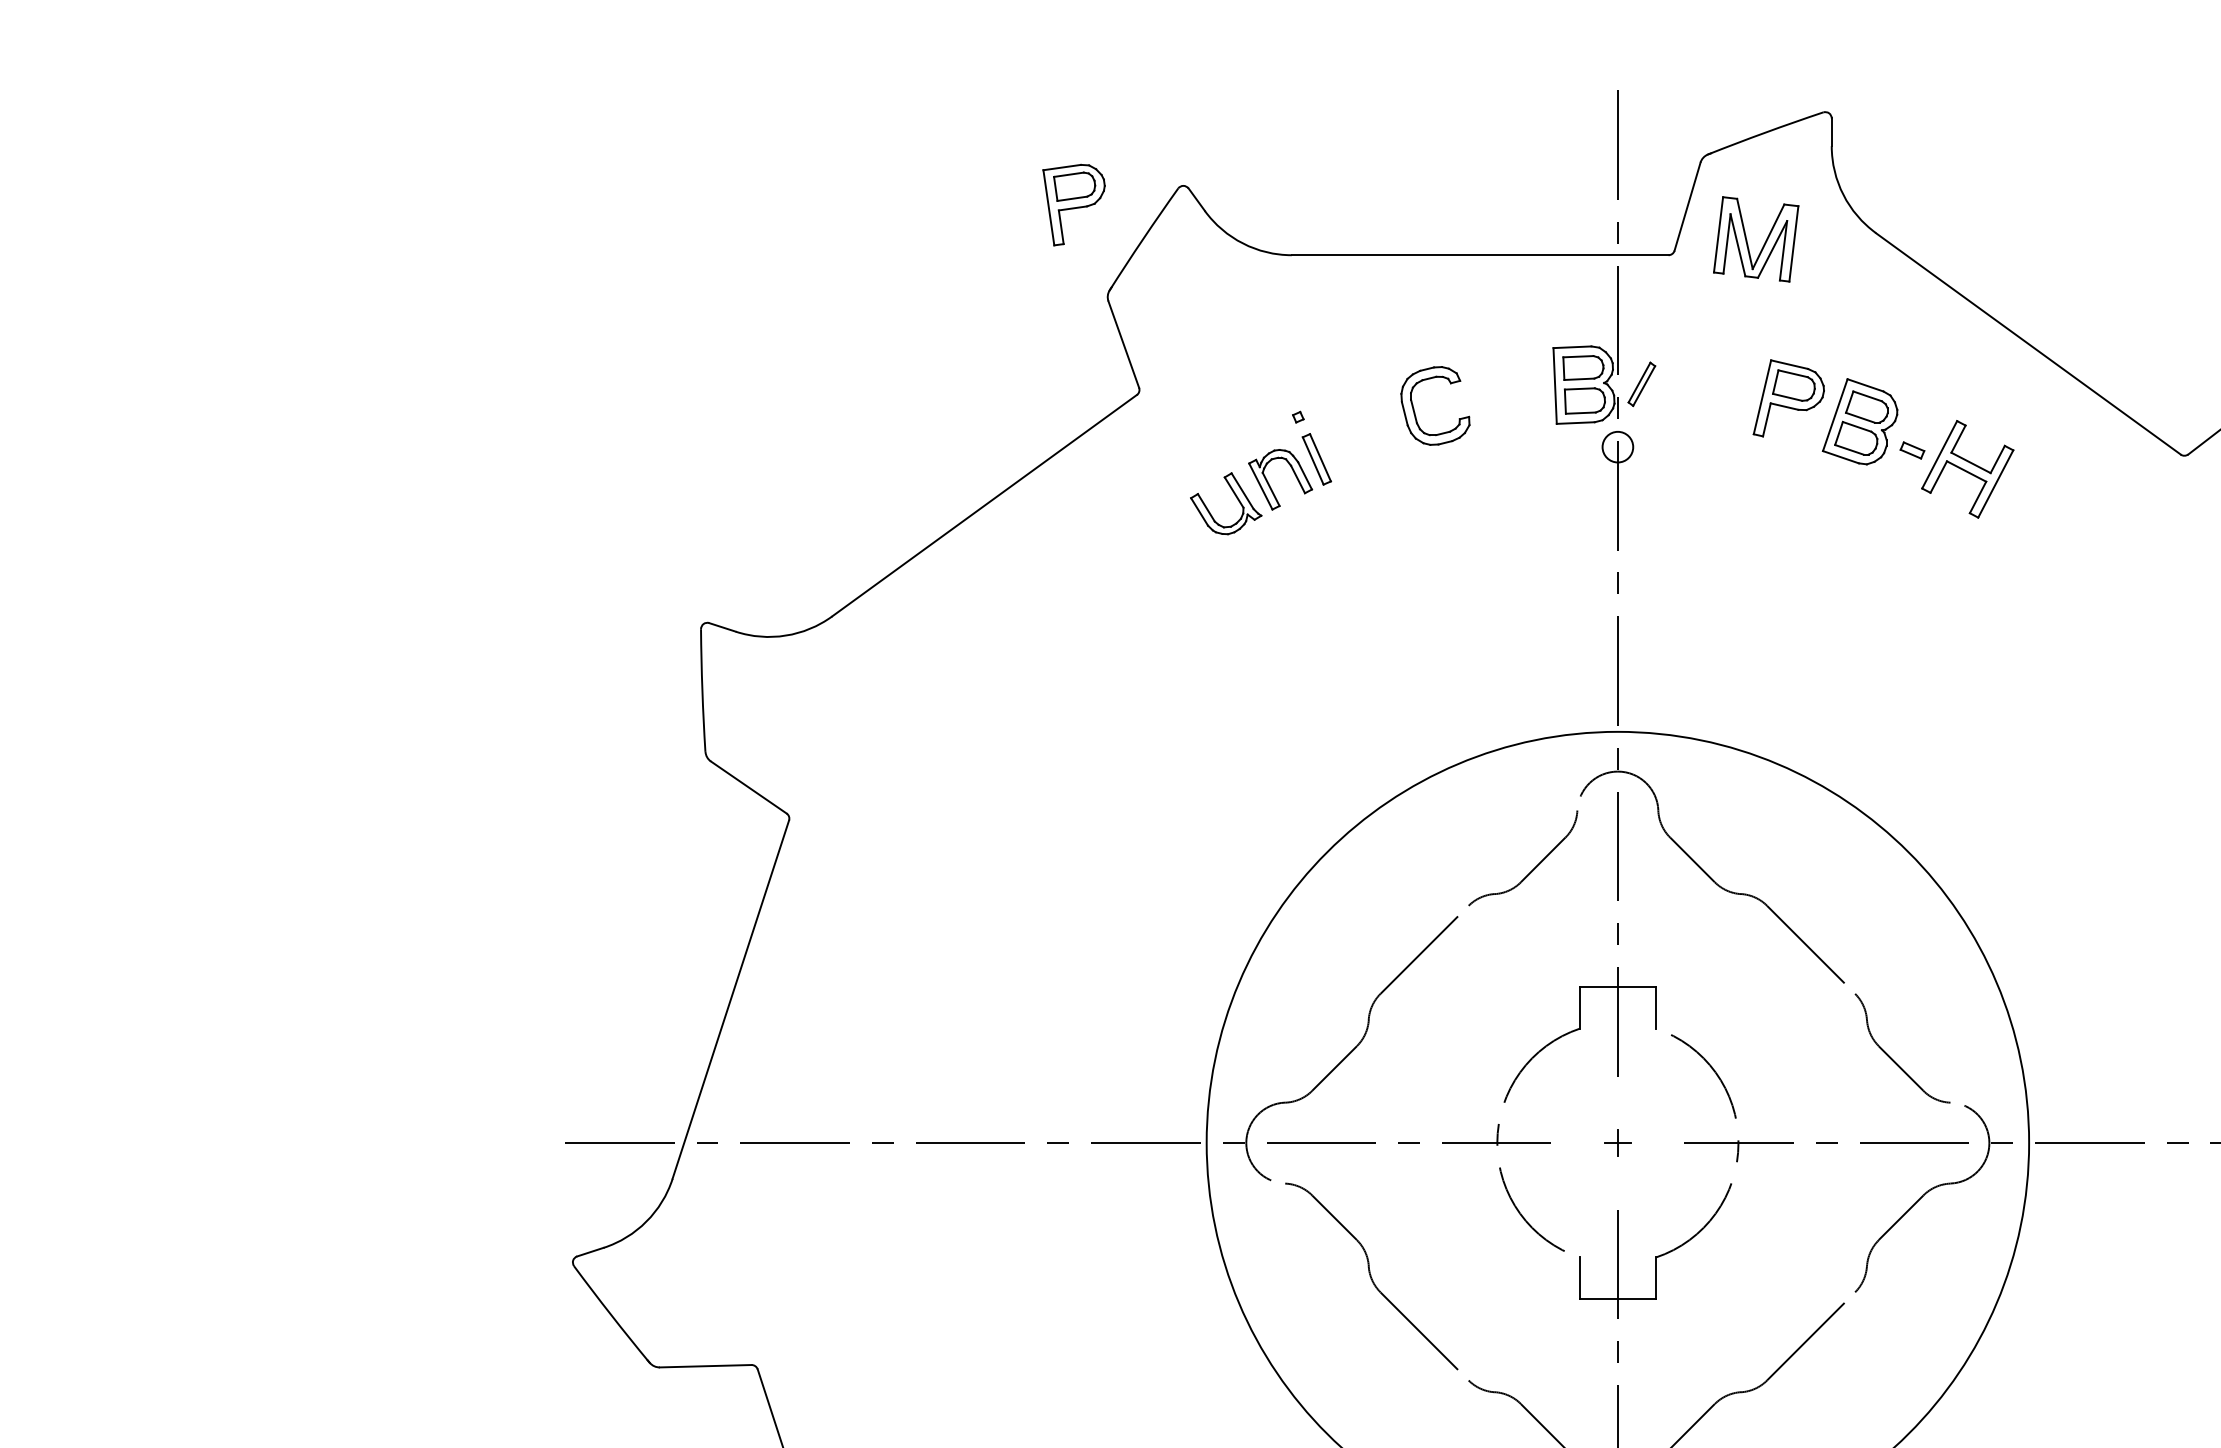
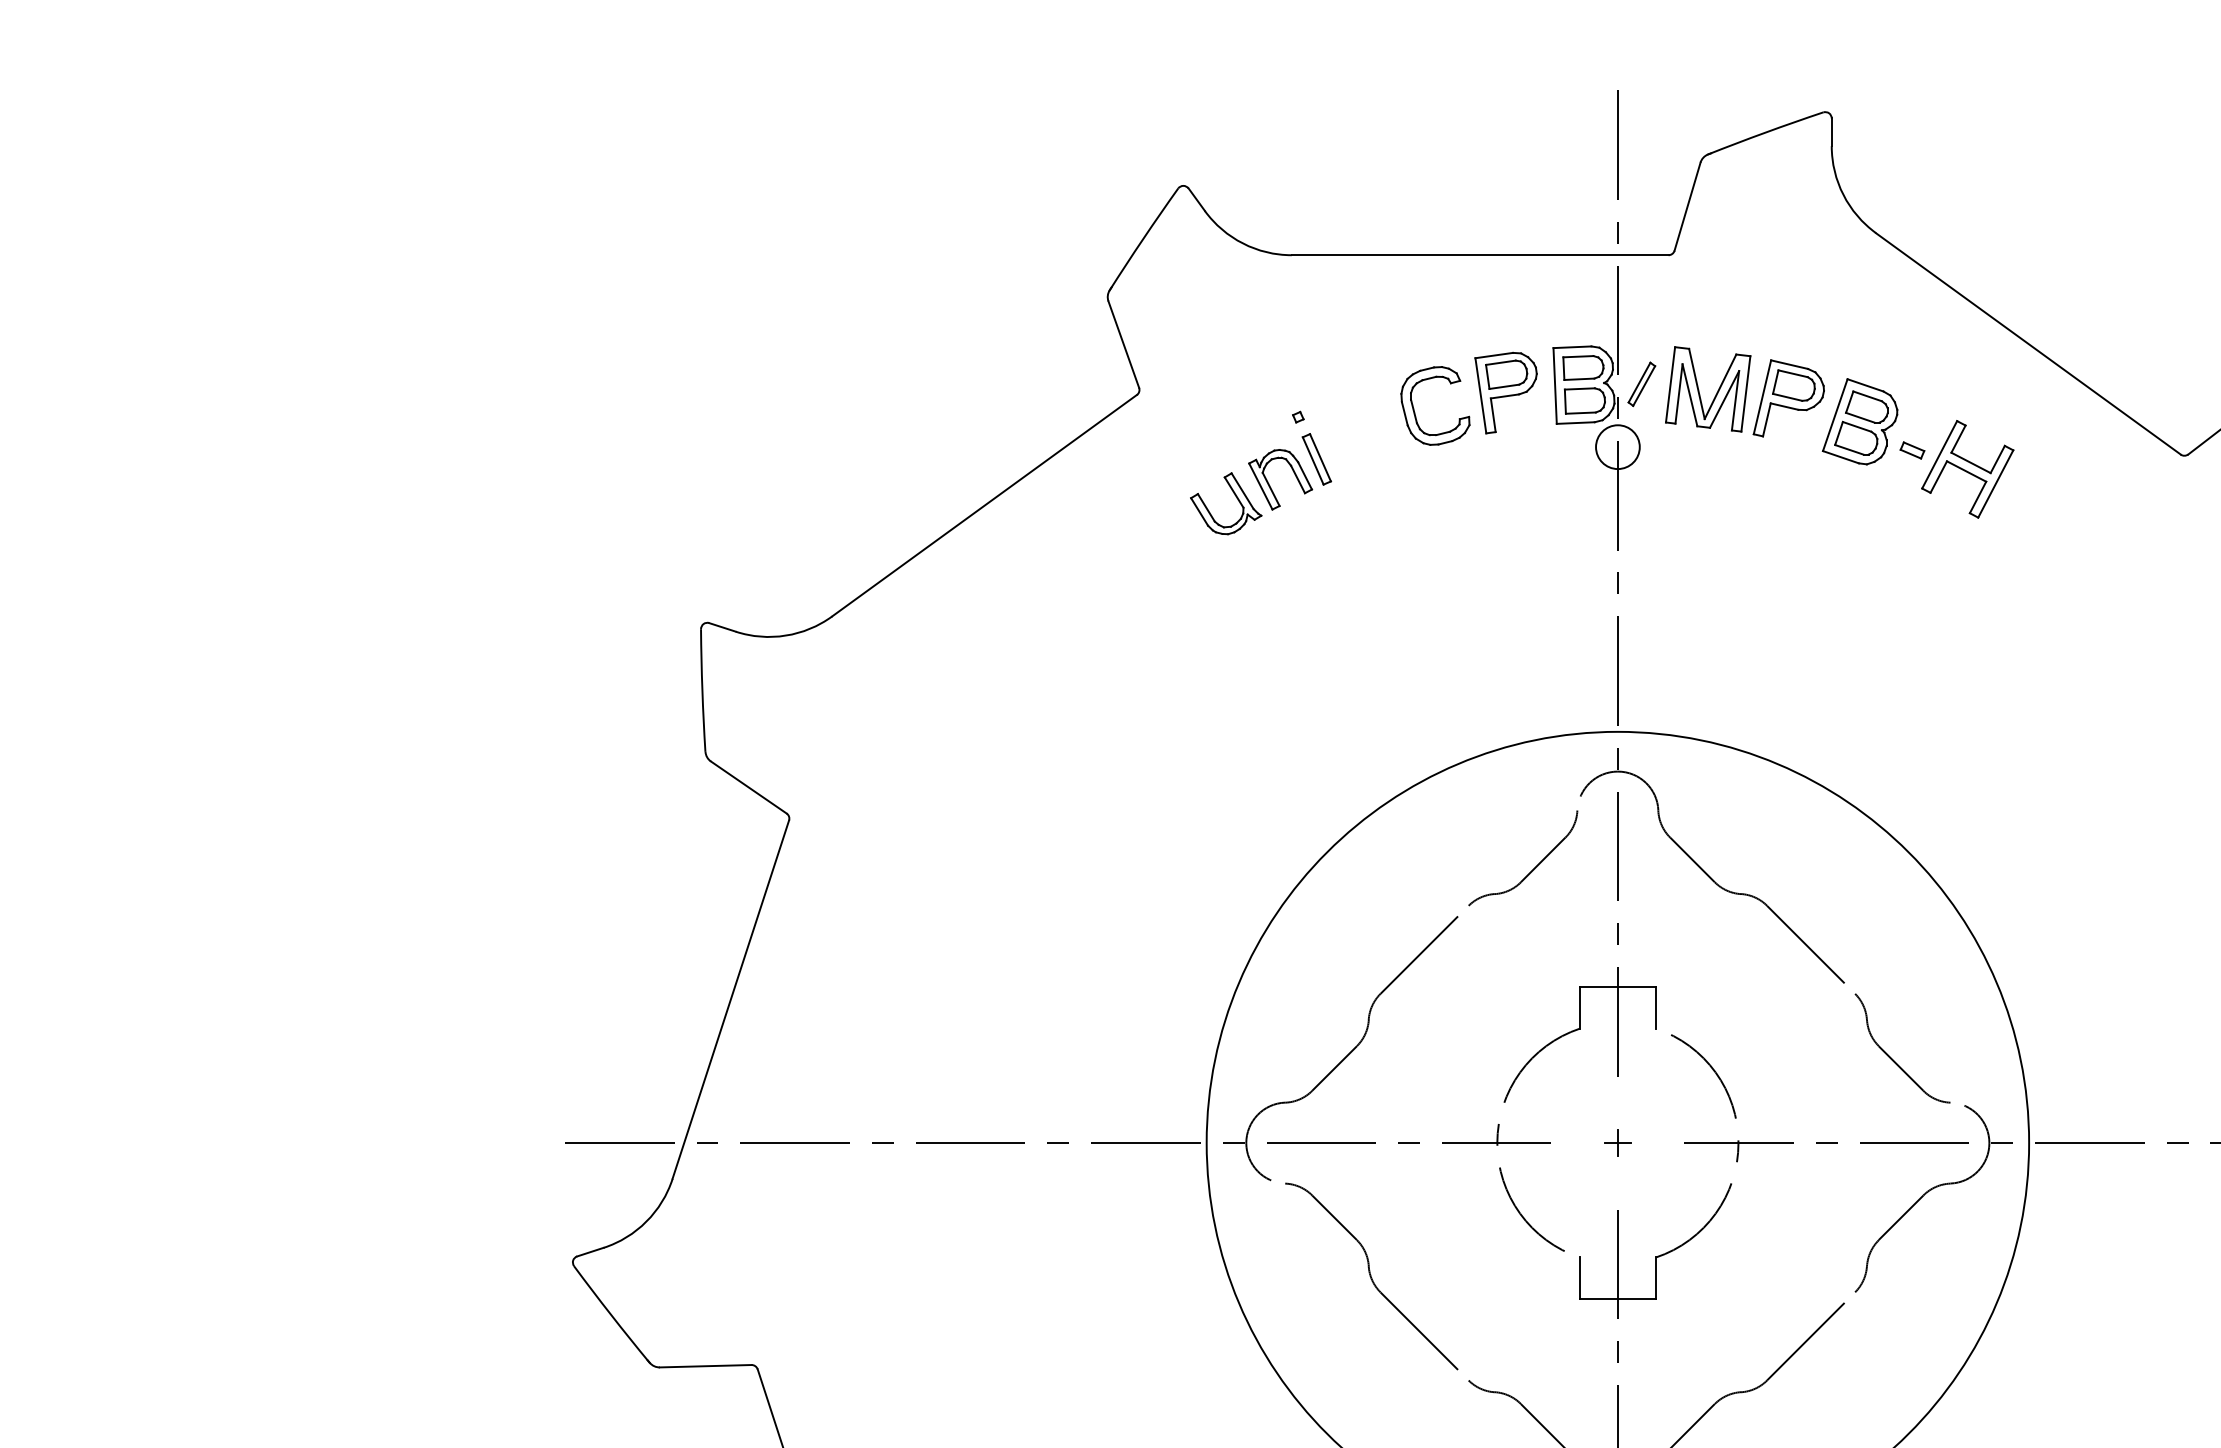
part at (1073, 204) position: (1073, 204) -> (1505, 392)
part at (1764, 242) position: (1764, 242) -> (1716, 392)
circle at (1617, 446) diameter: 31 px -> 44 px
